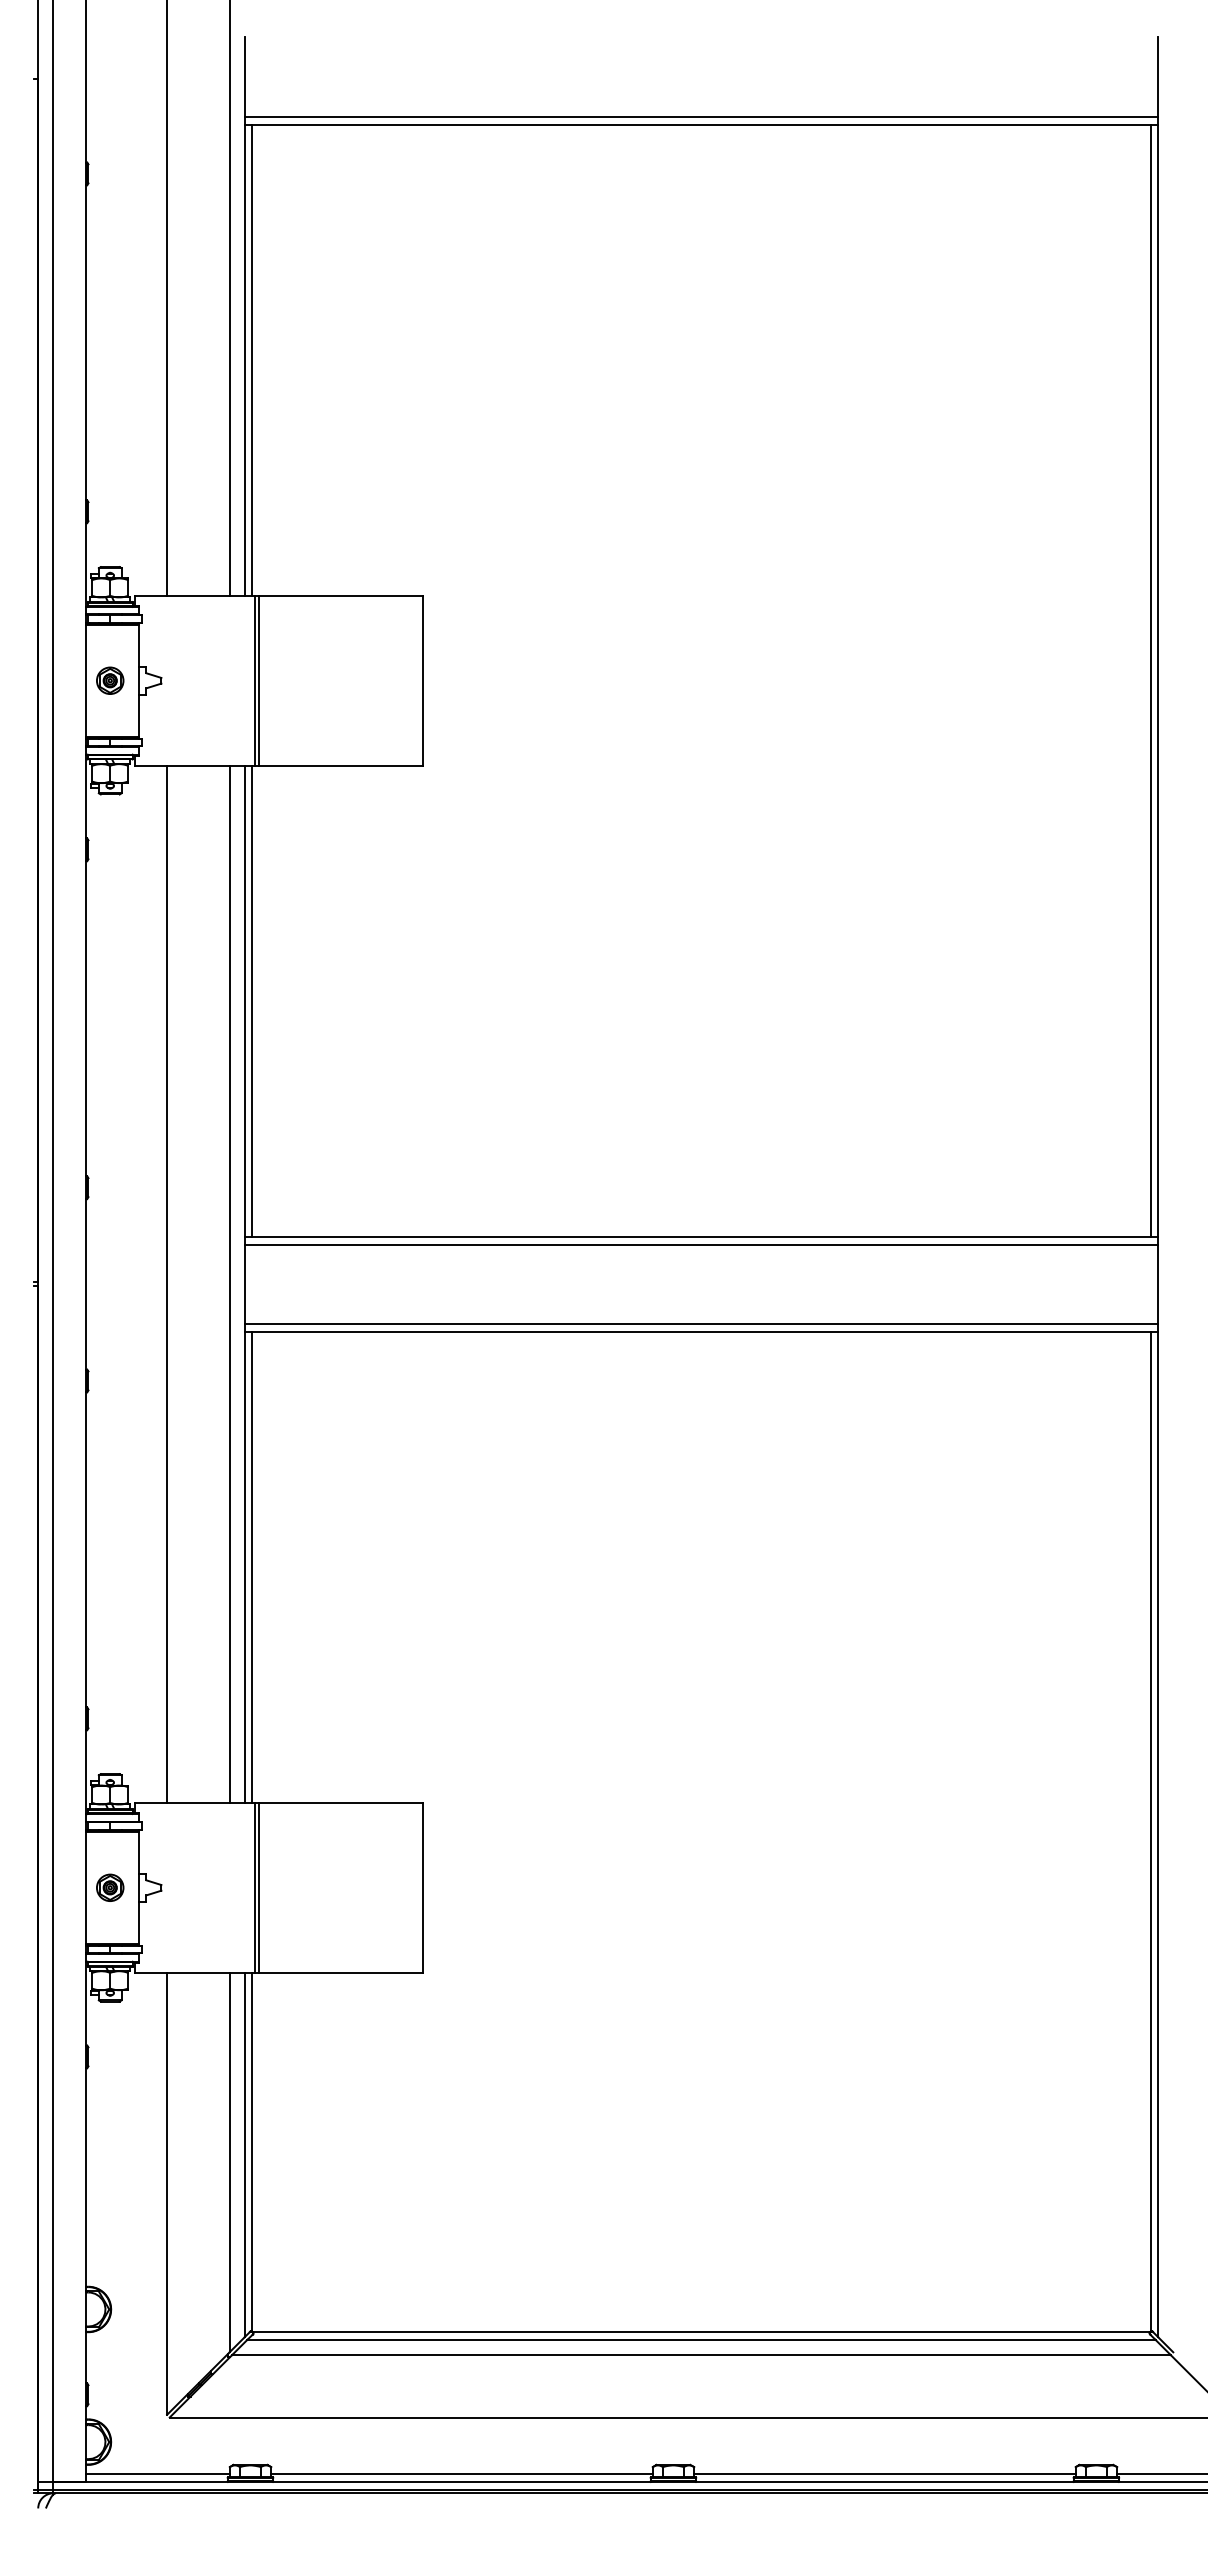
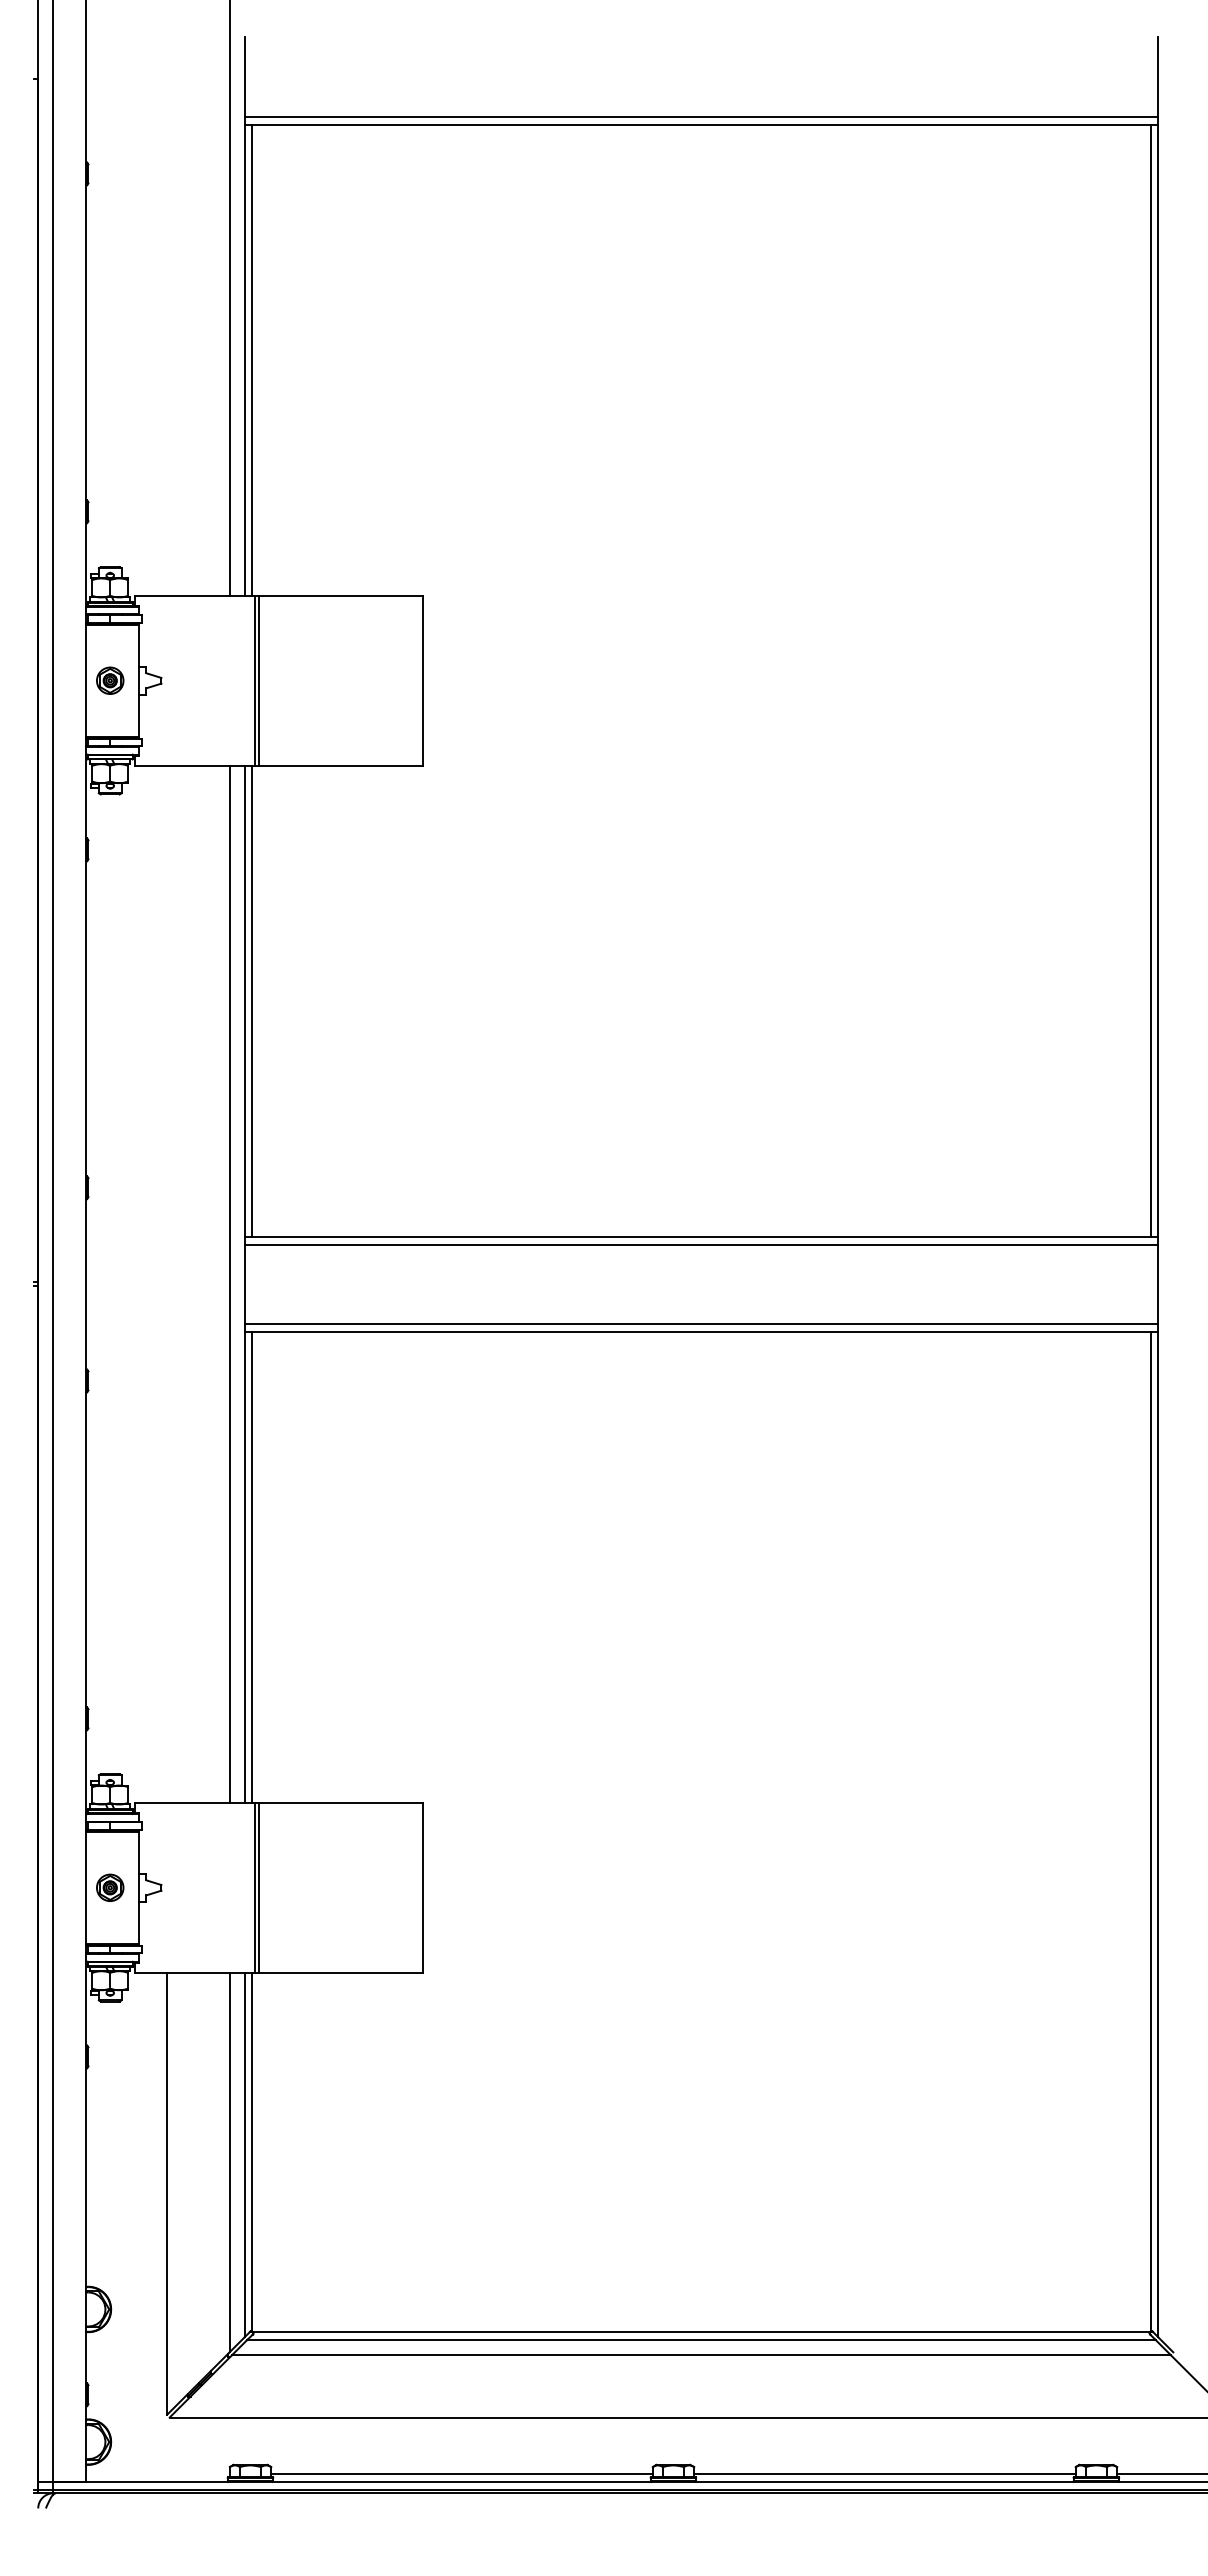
line at (167, 298): present -> none
line at (167, 1284): present -> none
line at (157, 2474): present -> none
